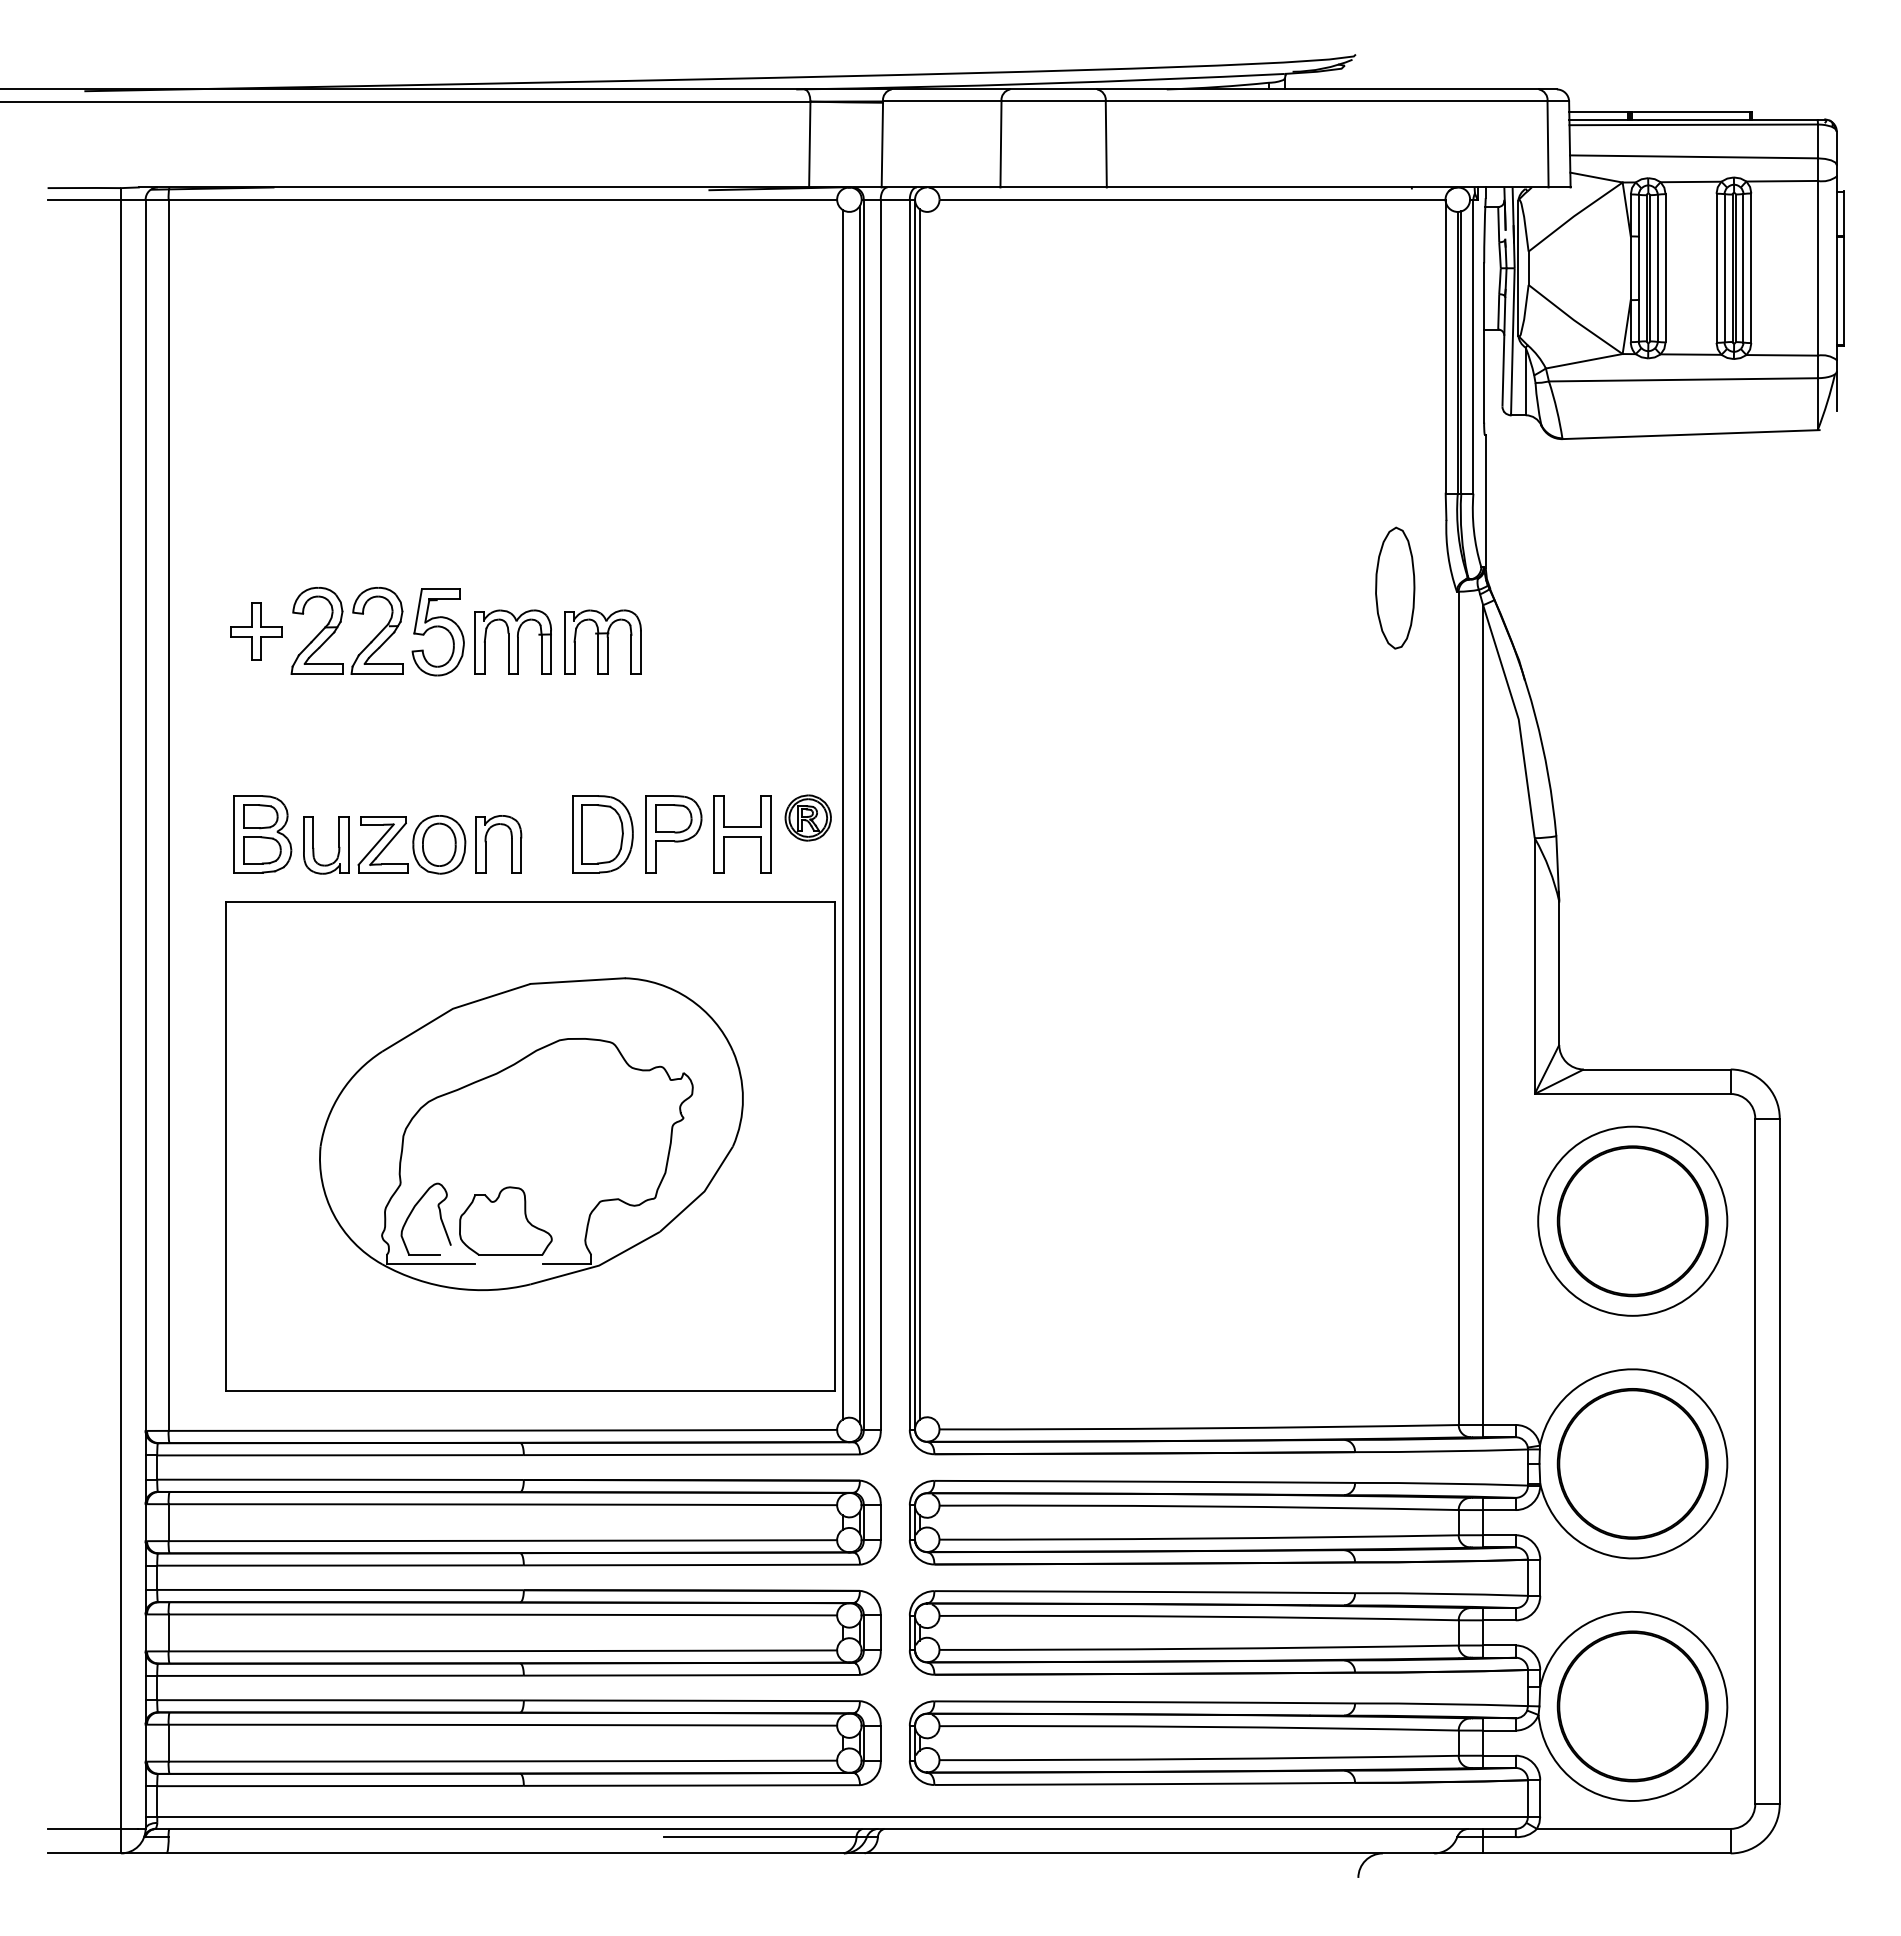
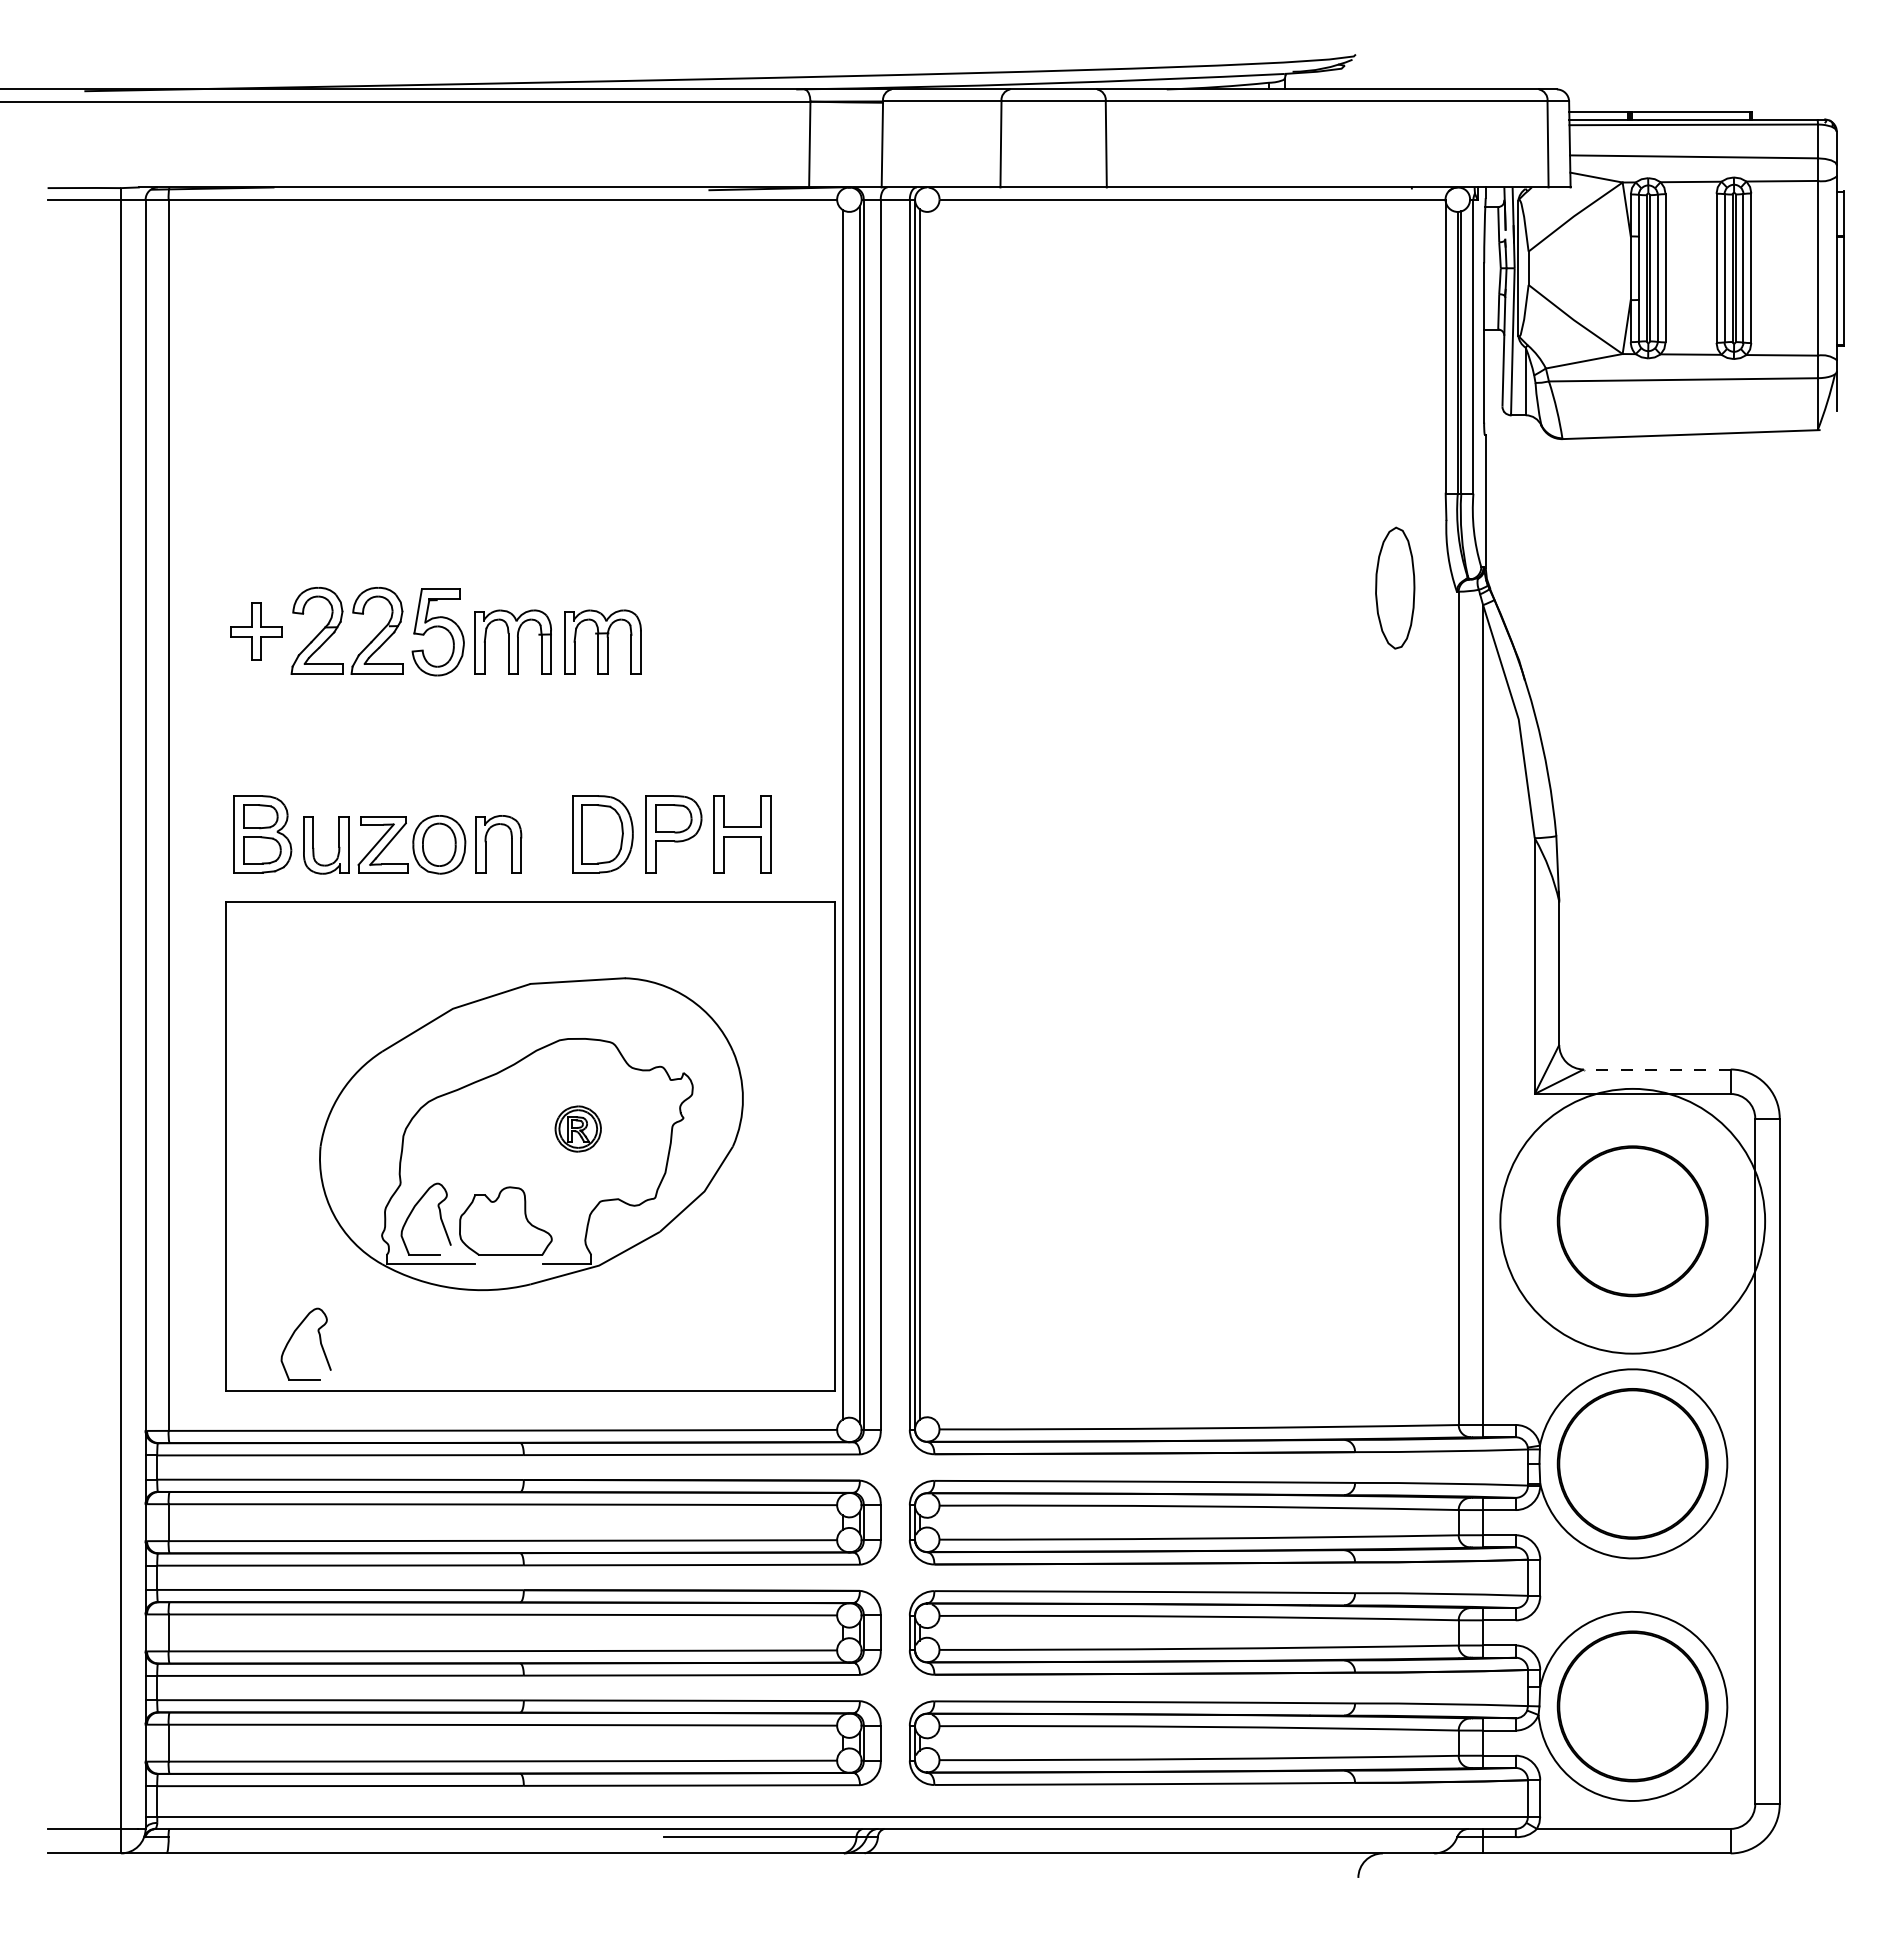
part at (807, 817) position: (807, 817) -> (577, 1128)
line at (1656, 1069): solid -> dashed
circle at (1632, 1220) diameter: 189 px -> 265 px
part at (319, 1341): none -> present
